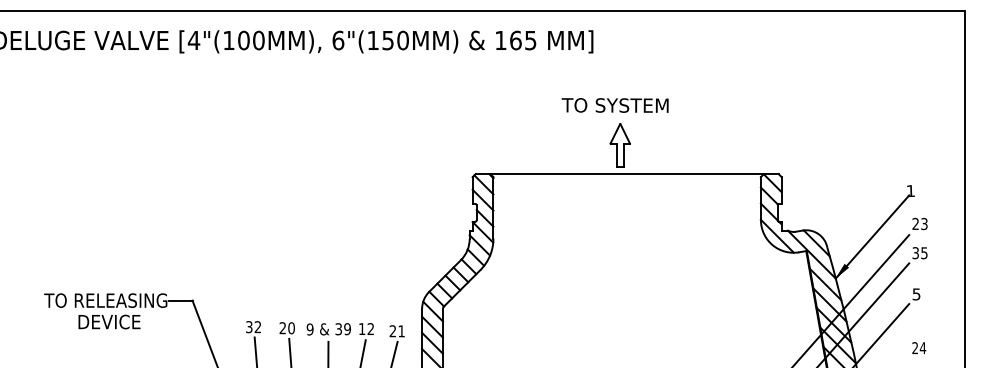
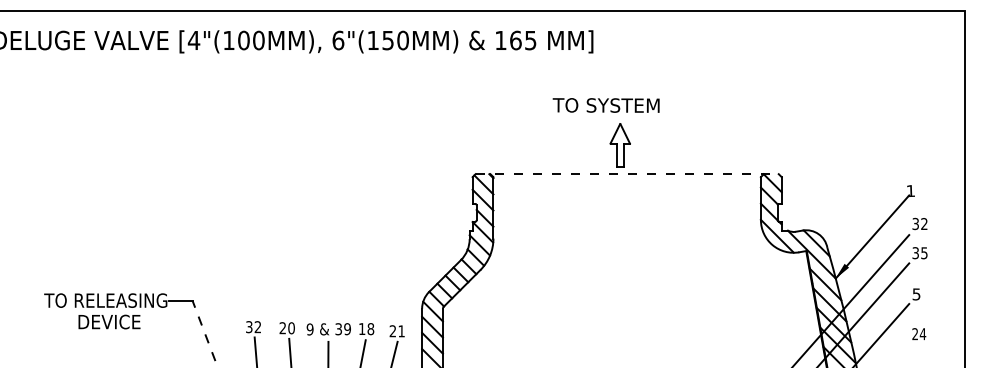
text at (614, 105) position: (614, 105) -> (605, 105)
line at (627, 174): solid -> dashed
text at (919, 224): 23 -> 32
text at (370, 329): 12 -> 18
line at (205, 334): solid -> dashed
text at (919, 347) position: (919, 347) -> (919, 333)
